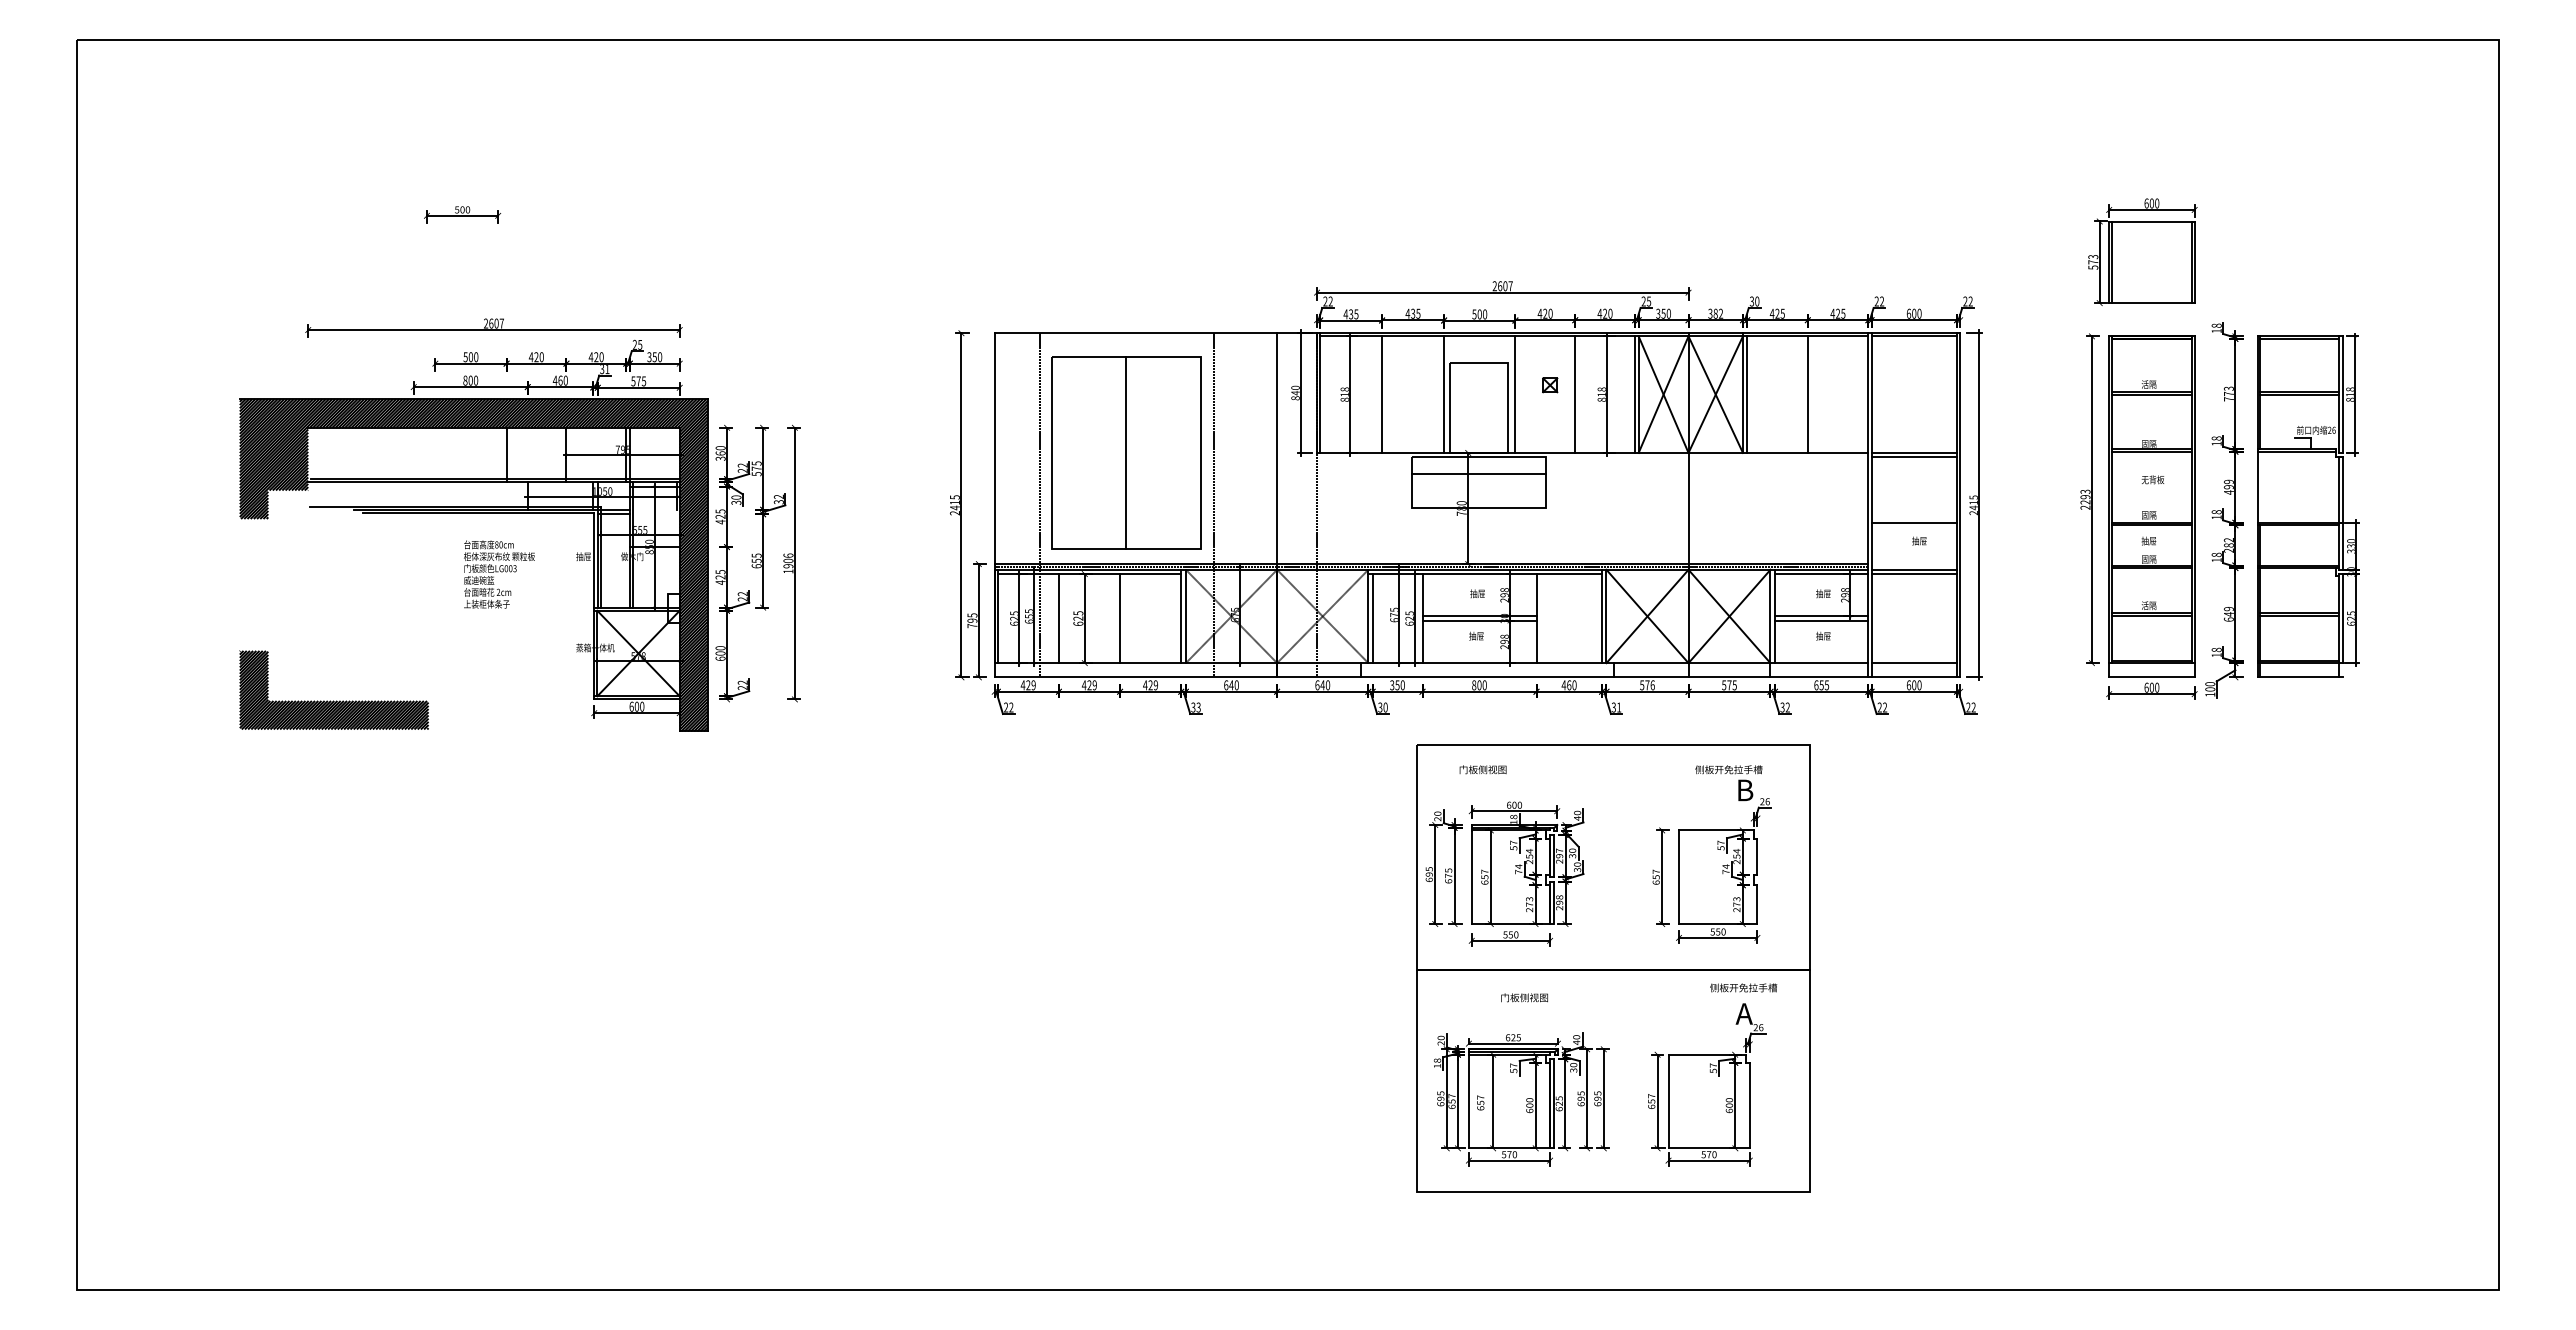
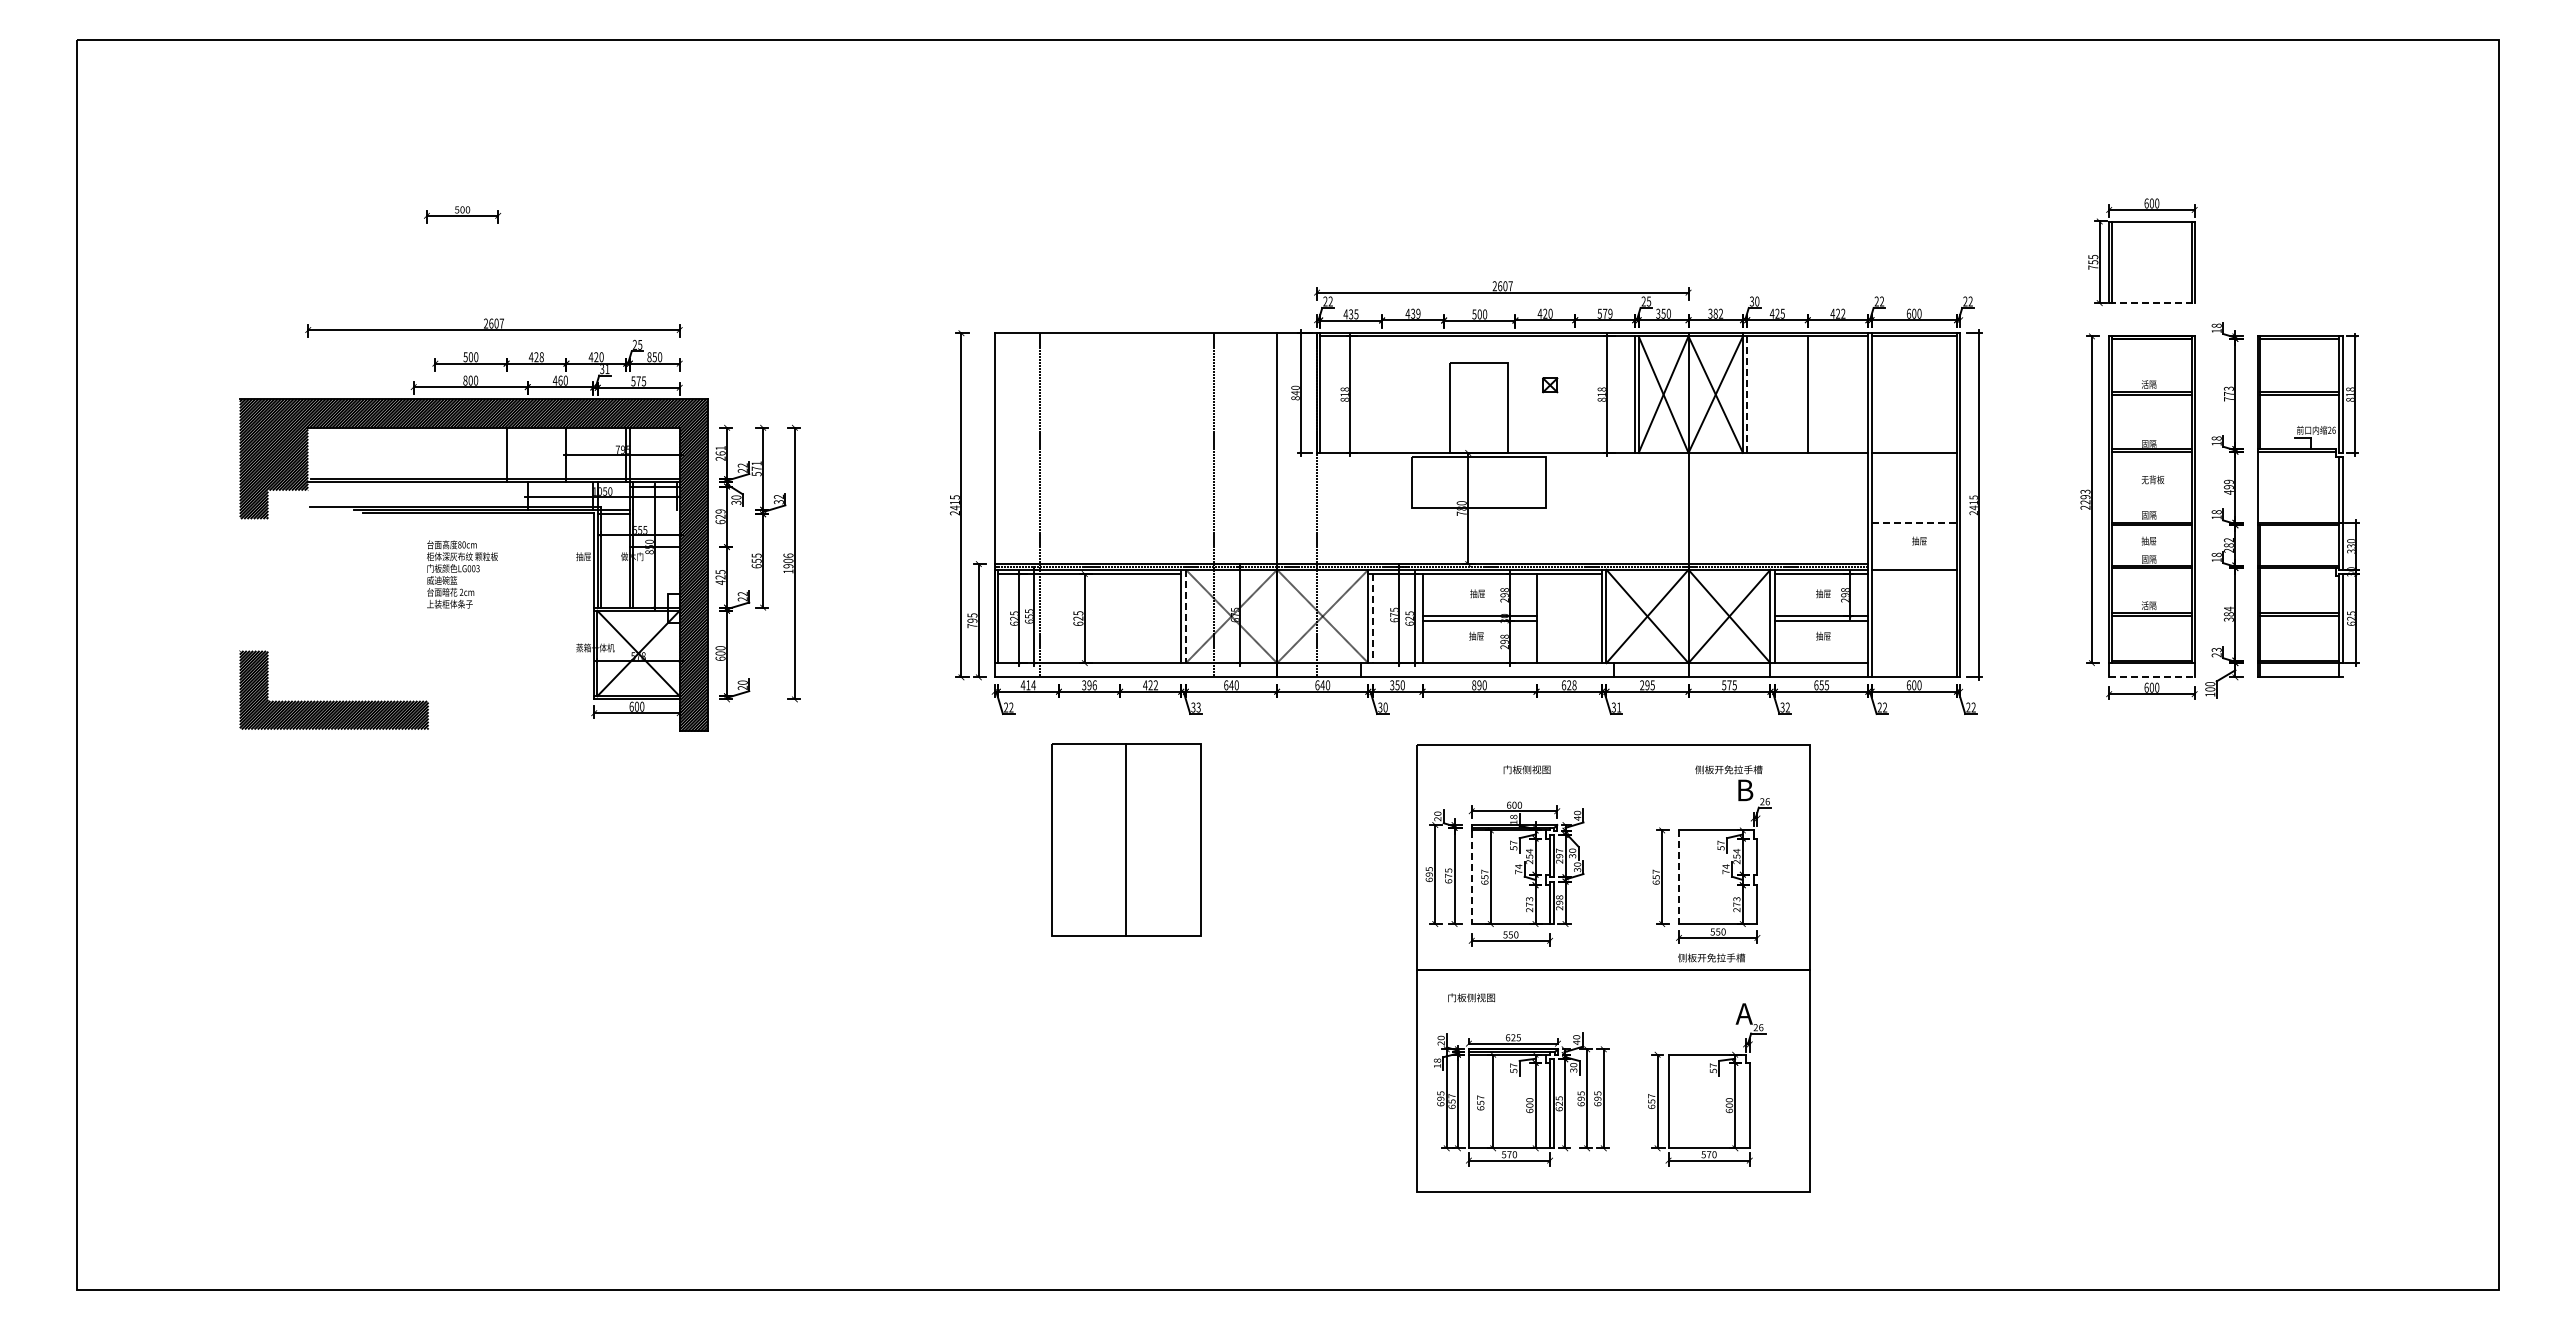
text at (2093, 262): 573 -> 755
line at (2151, 303): solid -> dashed
text at (1418, 313): 435 -> 439
text at (1604, 313): 420 -> 579
text at (1843, 313): 425 -> 422
text at (649, 356): 350 -> 850
text at (541, 357): 420 -> 428
line at (1382, 394): present -> none
line at (1444, 394): present -> none
line at (1515, 394): present -> none
line at (1575, 394): present -> none
line at (1747, 395): solid -> dashed
part at (1126, 452) position: (1126, 452) -> (1126, 839)
text at (720, 453): 360 -> 261
line at (1914, 457): present -> none
text at (756, 463): 575 -> 571
line at (1478, 473): present -> none
text at (720, 516): 425 -> 629
line at (1914, 522): solid -> dashed
text at (499, 574) position: (499, 574) -> (462, 574)
line at (1914, 574): present -> none
text at (2228, 613): 649 -> 384
line at (1185, 616): solid -> dashed
line at (1058, 618): present -> none
line at (1120, 618): present -> none
line at (1372, 618): solid -> dashed
text at (2216, 652): 18 -> 23
line at (1914, 663): present -> none
line at (2151, 677): solid -> dashed
text at (742, 682): 22 -> 20
text at (1030, 685): 429 -> 414
text at (1088, 685): 429 -> 396
text at (1155, 685): 429 -> 422
text at (1479, 685): 800 -> 890
text at (1568, 685): 460 -> 628
text at (1647, 685): 576 -> 295
text at (1482, 769) position: (1482, 769) -> (1526, 769)
line at (1679, 877): solid -> dashed
line at (1471, 878): solid -> dashed
text at (1743, 987) position: (1743, 987) -> (1711, 957)
text at (1524, 997) position: (1524, 997) -> (1471, 997)
